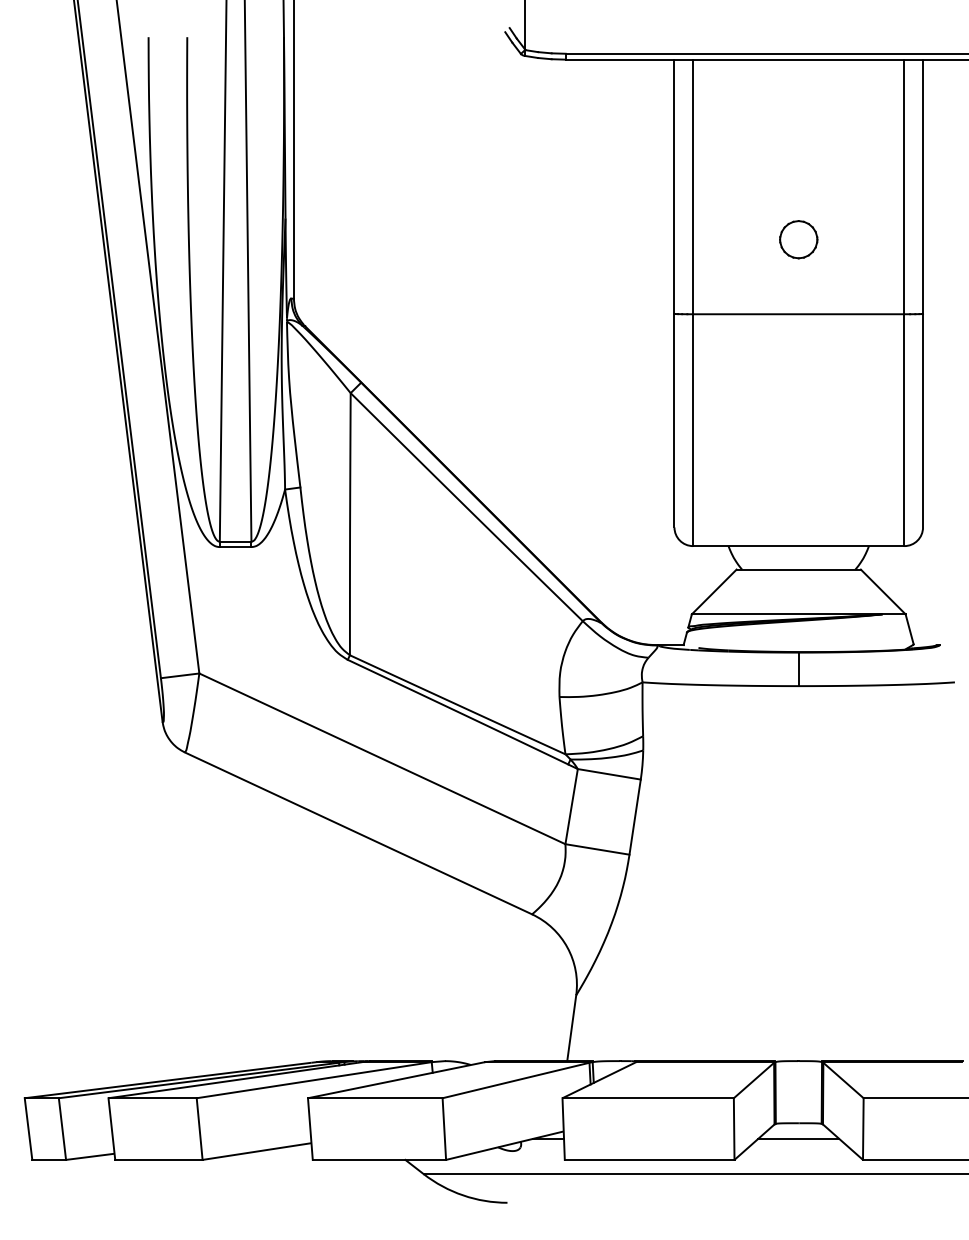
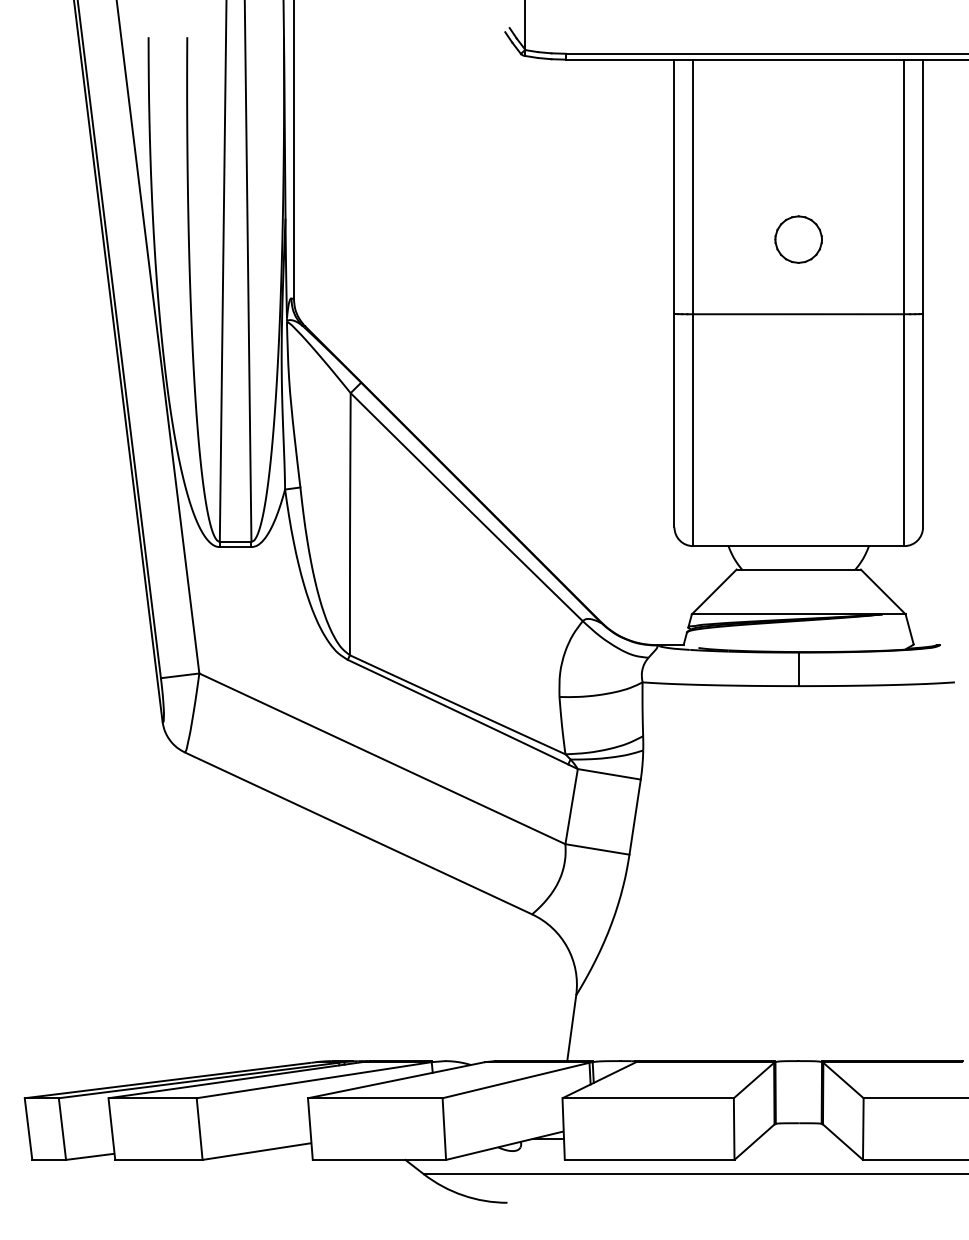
part at (798, 239) size: 40x40 px -> 49x49 px
line at (798, 1138): present -> none
